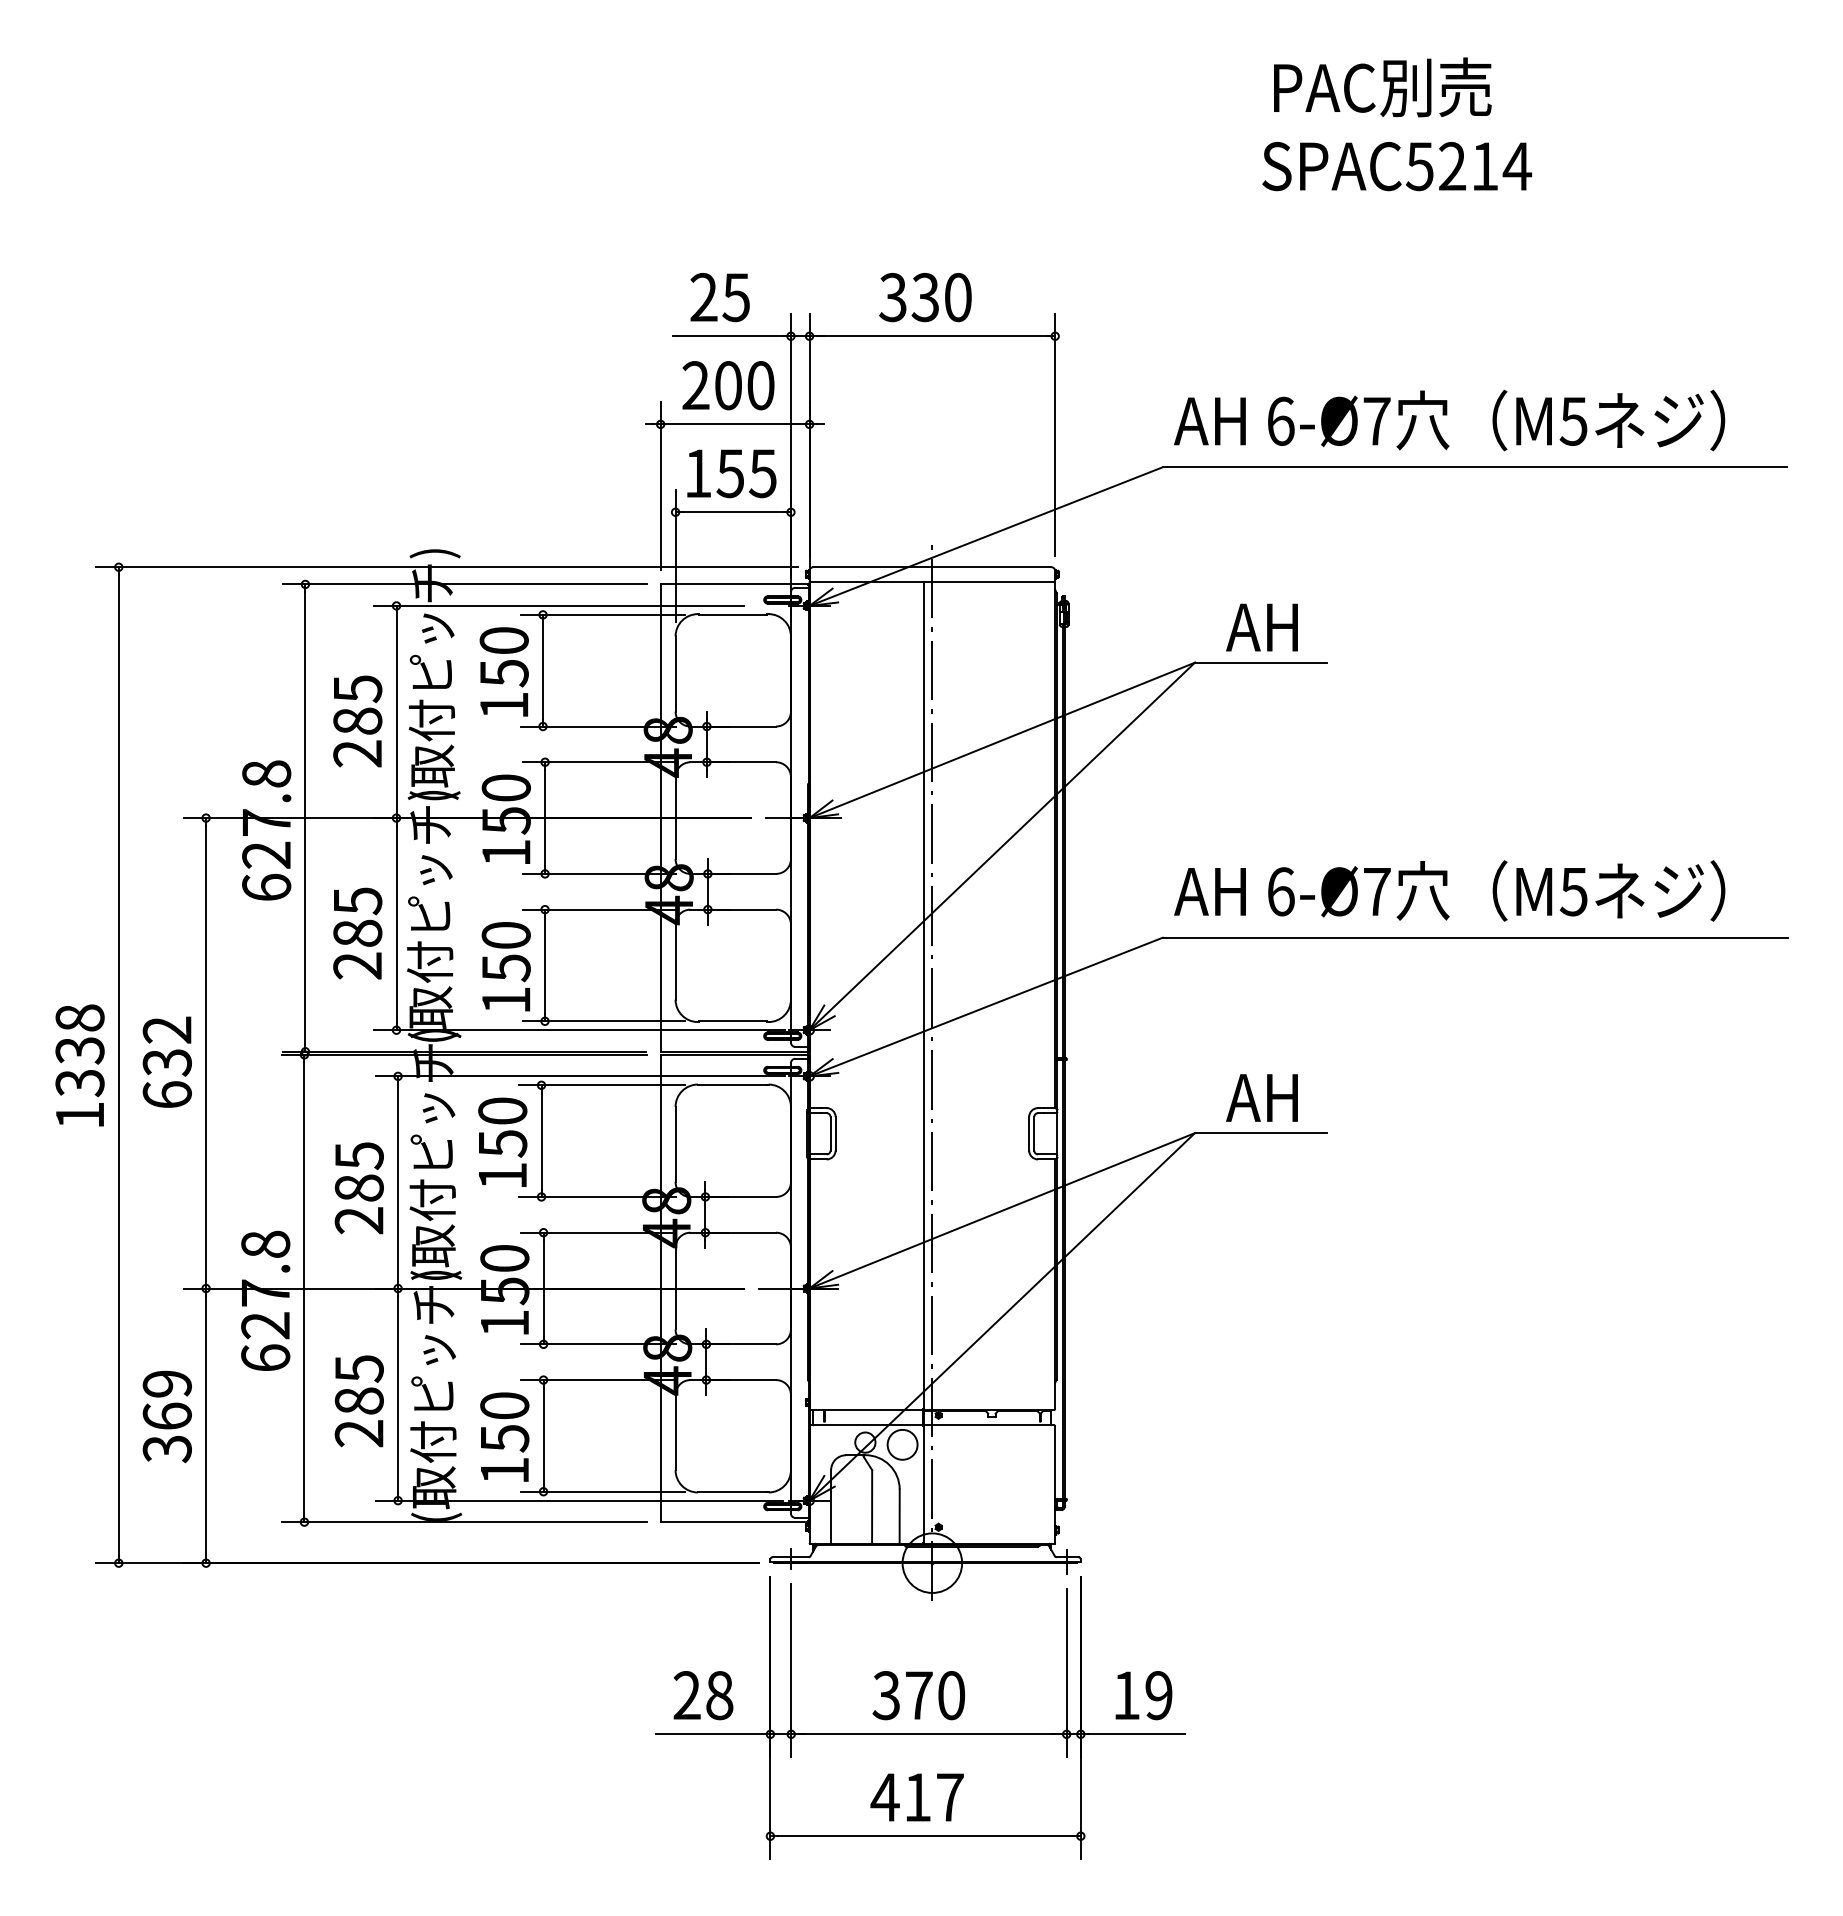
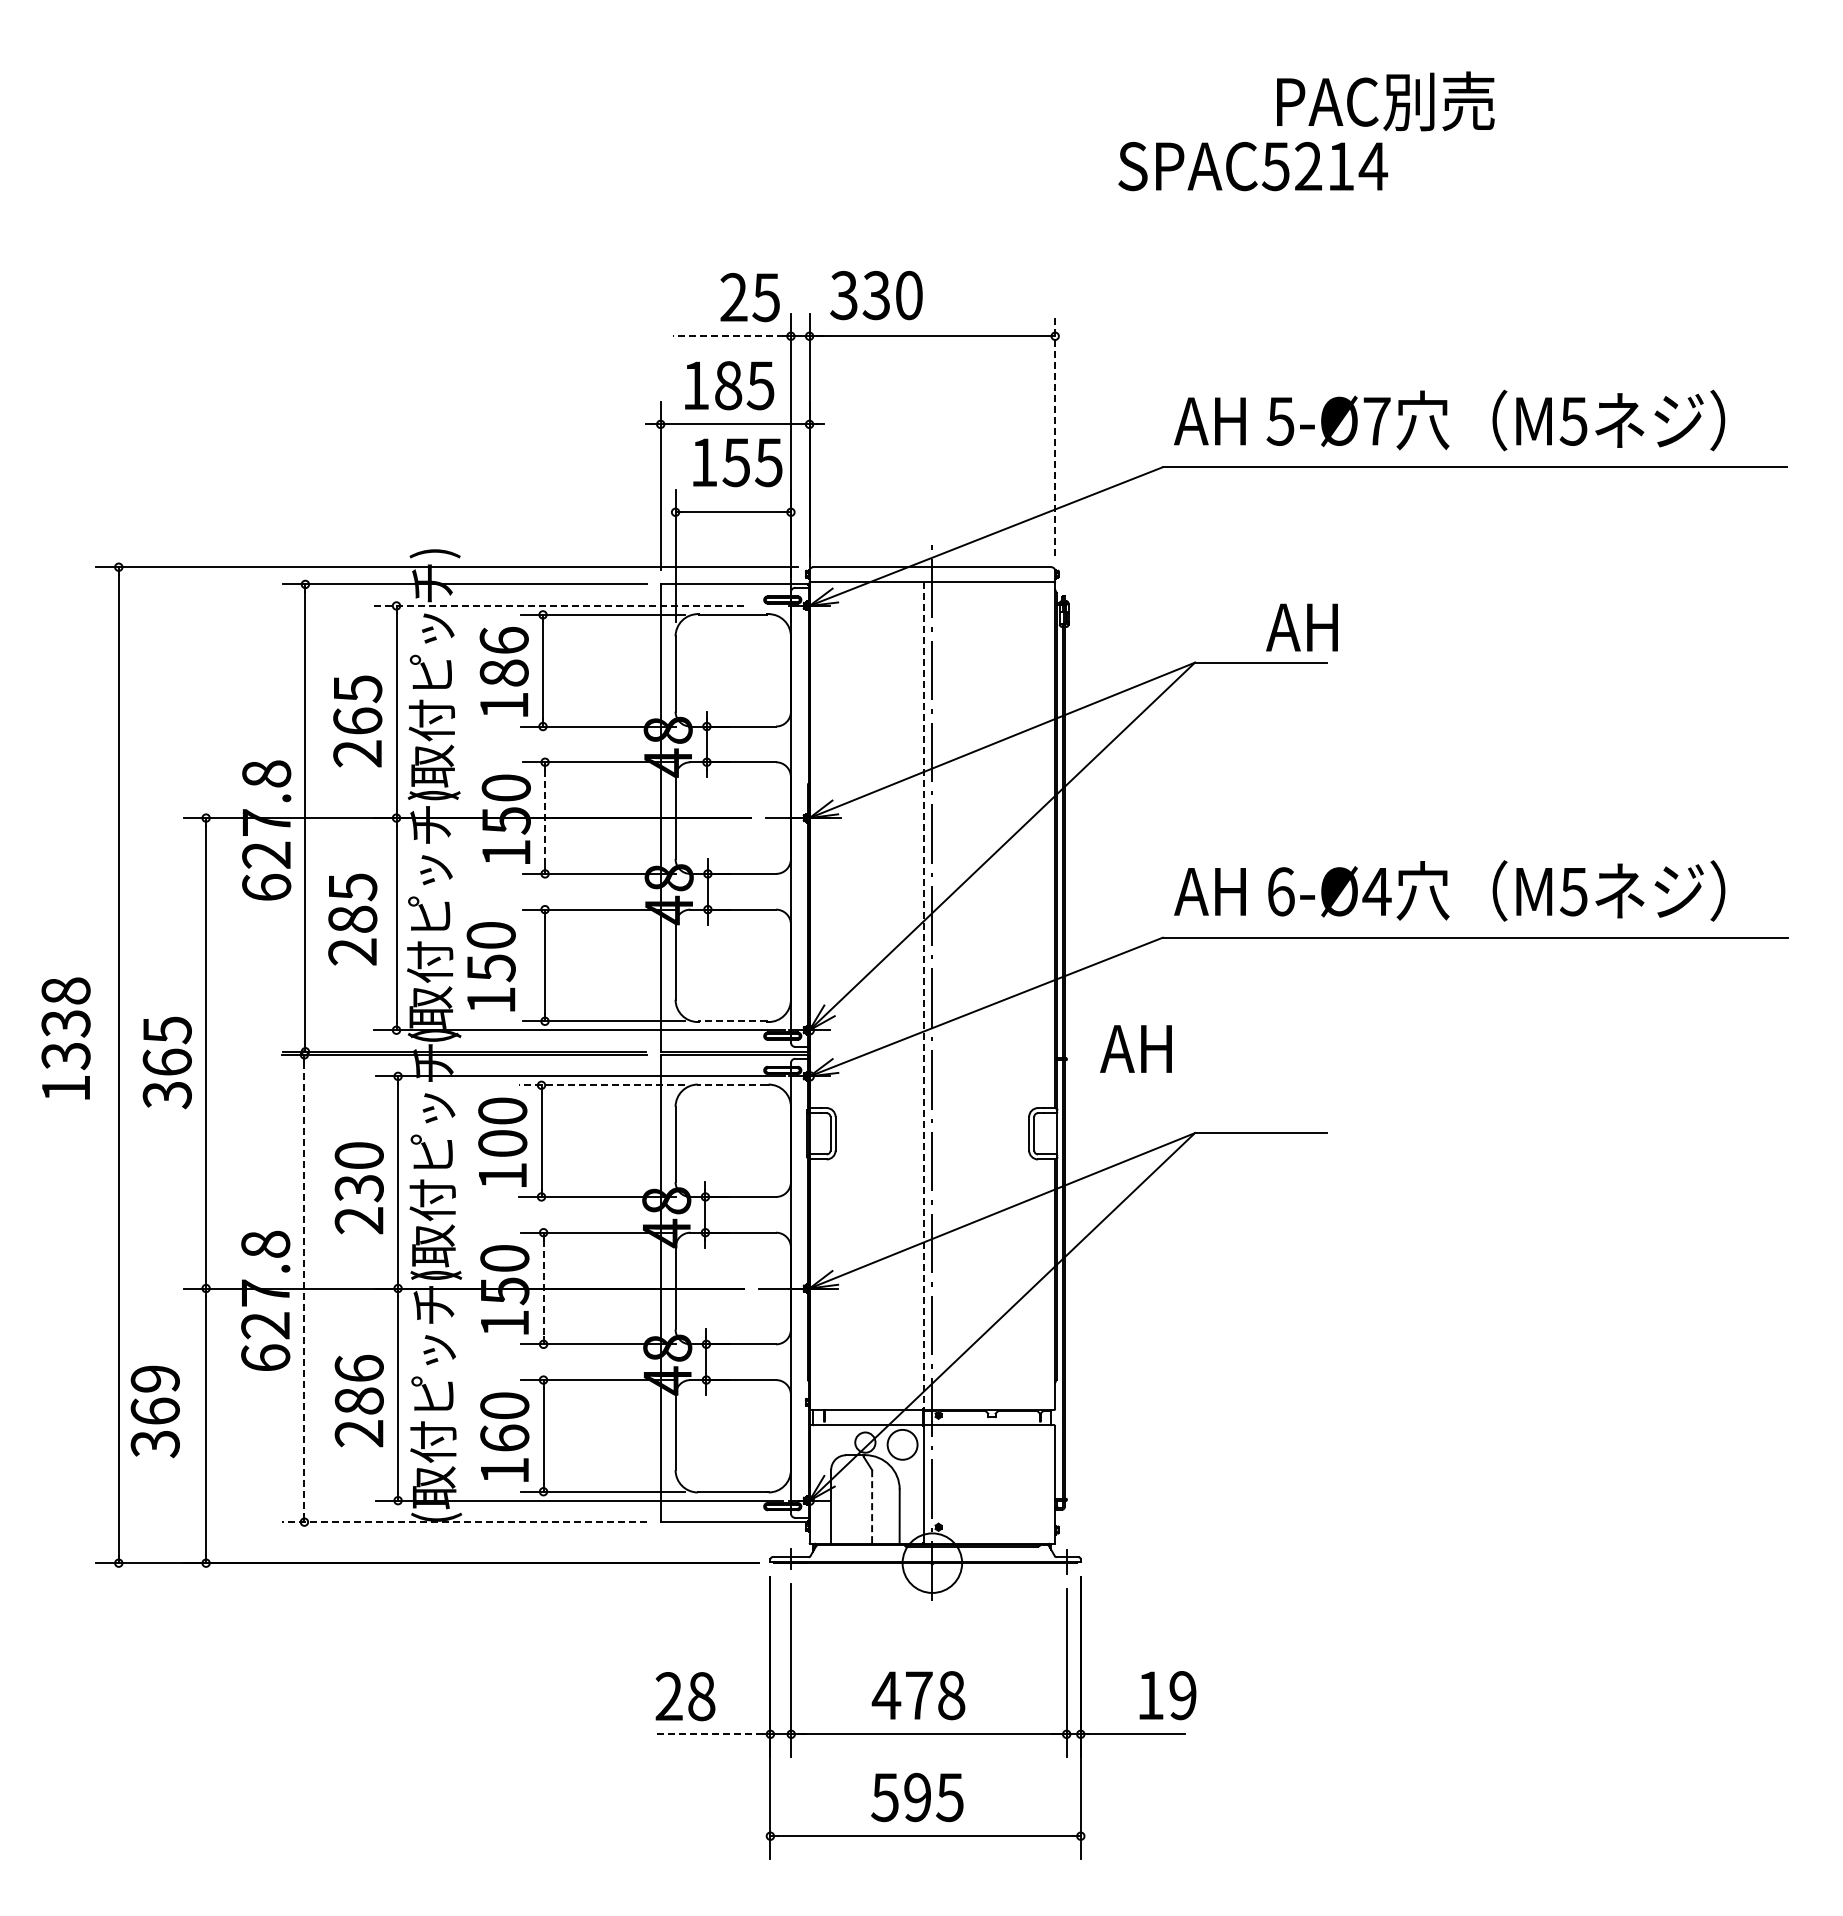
text at (1382, 87) position: (1382, 87) -> (1385, 101)
text at (1397, 166) position: (1397, 166) -> (1253, 166)
text at (719, 297) position: (719, 297) -> (749, 297)
text at (925, 297) position: (925, 297) -> (876, 295)
line at (727, 336): solid -> dashed
text at (728, 385): 200 -> 185
text at (1280, 420): 6-Ø7 -> 5-Ø7
line at (1055, 434): solid -> dashed
text at (731, 473) position: (731, 473) -> (737, 462)
line at (559, 605): solid -> dashed
text at (1261, 627) position: (1261, 627) -> (1301, 627)
text at (503, 656): 150 -> 186
text at (357, 720): 285 -> 265
line at (545, 818): solid -> dashed
text at (1376, 891): 6-Ø7 -> 6-Ø4
text at (357, 933) position: (357, 933) -> (352, 919)
text at (505, 966) position: (505, 966) -> (490, 966)
line at (923, 996): solid -> dashed
line at (733, 1021): solid -> dashed
text at (166, 1062): 632 -> 365
text at (79, 1065) position: (79, 1065) -> (65, 1038)
line at (601, 1085): solid -> dashed
line at (733, 1085): solid -> dashed
text at (1261, 1097) position: (1261, 1097) -> (1135, 1048)
text at (502, 1143): 150 -> 100
text at (358, 1172): 285 -> 230
line at (304, 1289): solid -> dashed
line at (543, 1289): solid -> dashed
text at (358, 1368): 285 -> 286
text at (166, 1416) position: (166, 1416) -> (154, 1411)
text at (504, 1438): 150 -> 160
line at (872, 1506): solid -> dashed
line at (463, 1522): solid -> dashed
text at (703, 1695) position: (703, 1695) -> (685, 1696)
text at (918, 1695): 370 -> 478
text at (1143, 1695) position: (1143, 1695) -> (1167, 1695)
line at (709, 1734): solid -> dashed
text at (916, 1797): 417 -> 595
